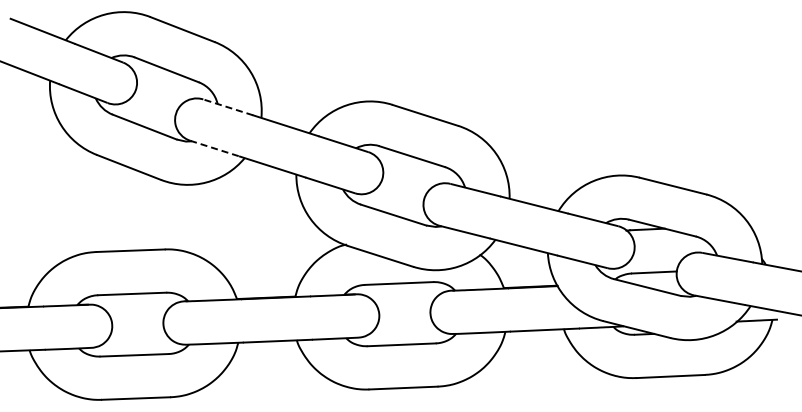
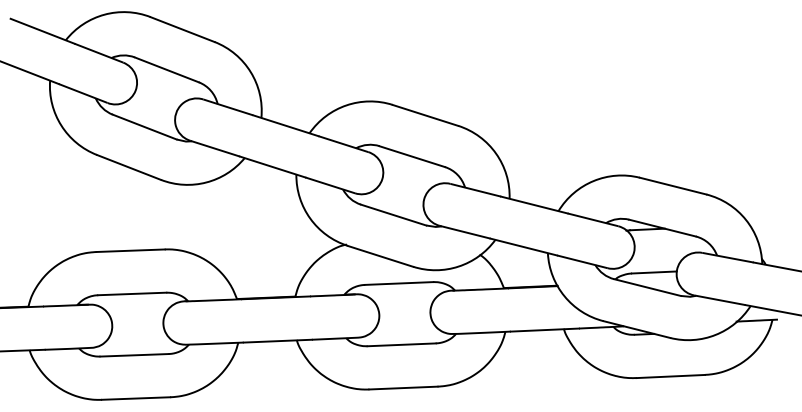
line at (227, 107): dashed -> solid
line at (215, 148): dashed -> solid
